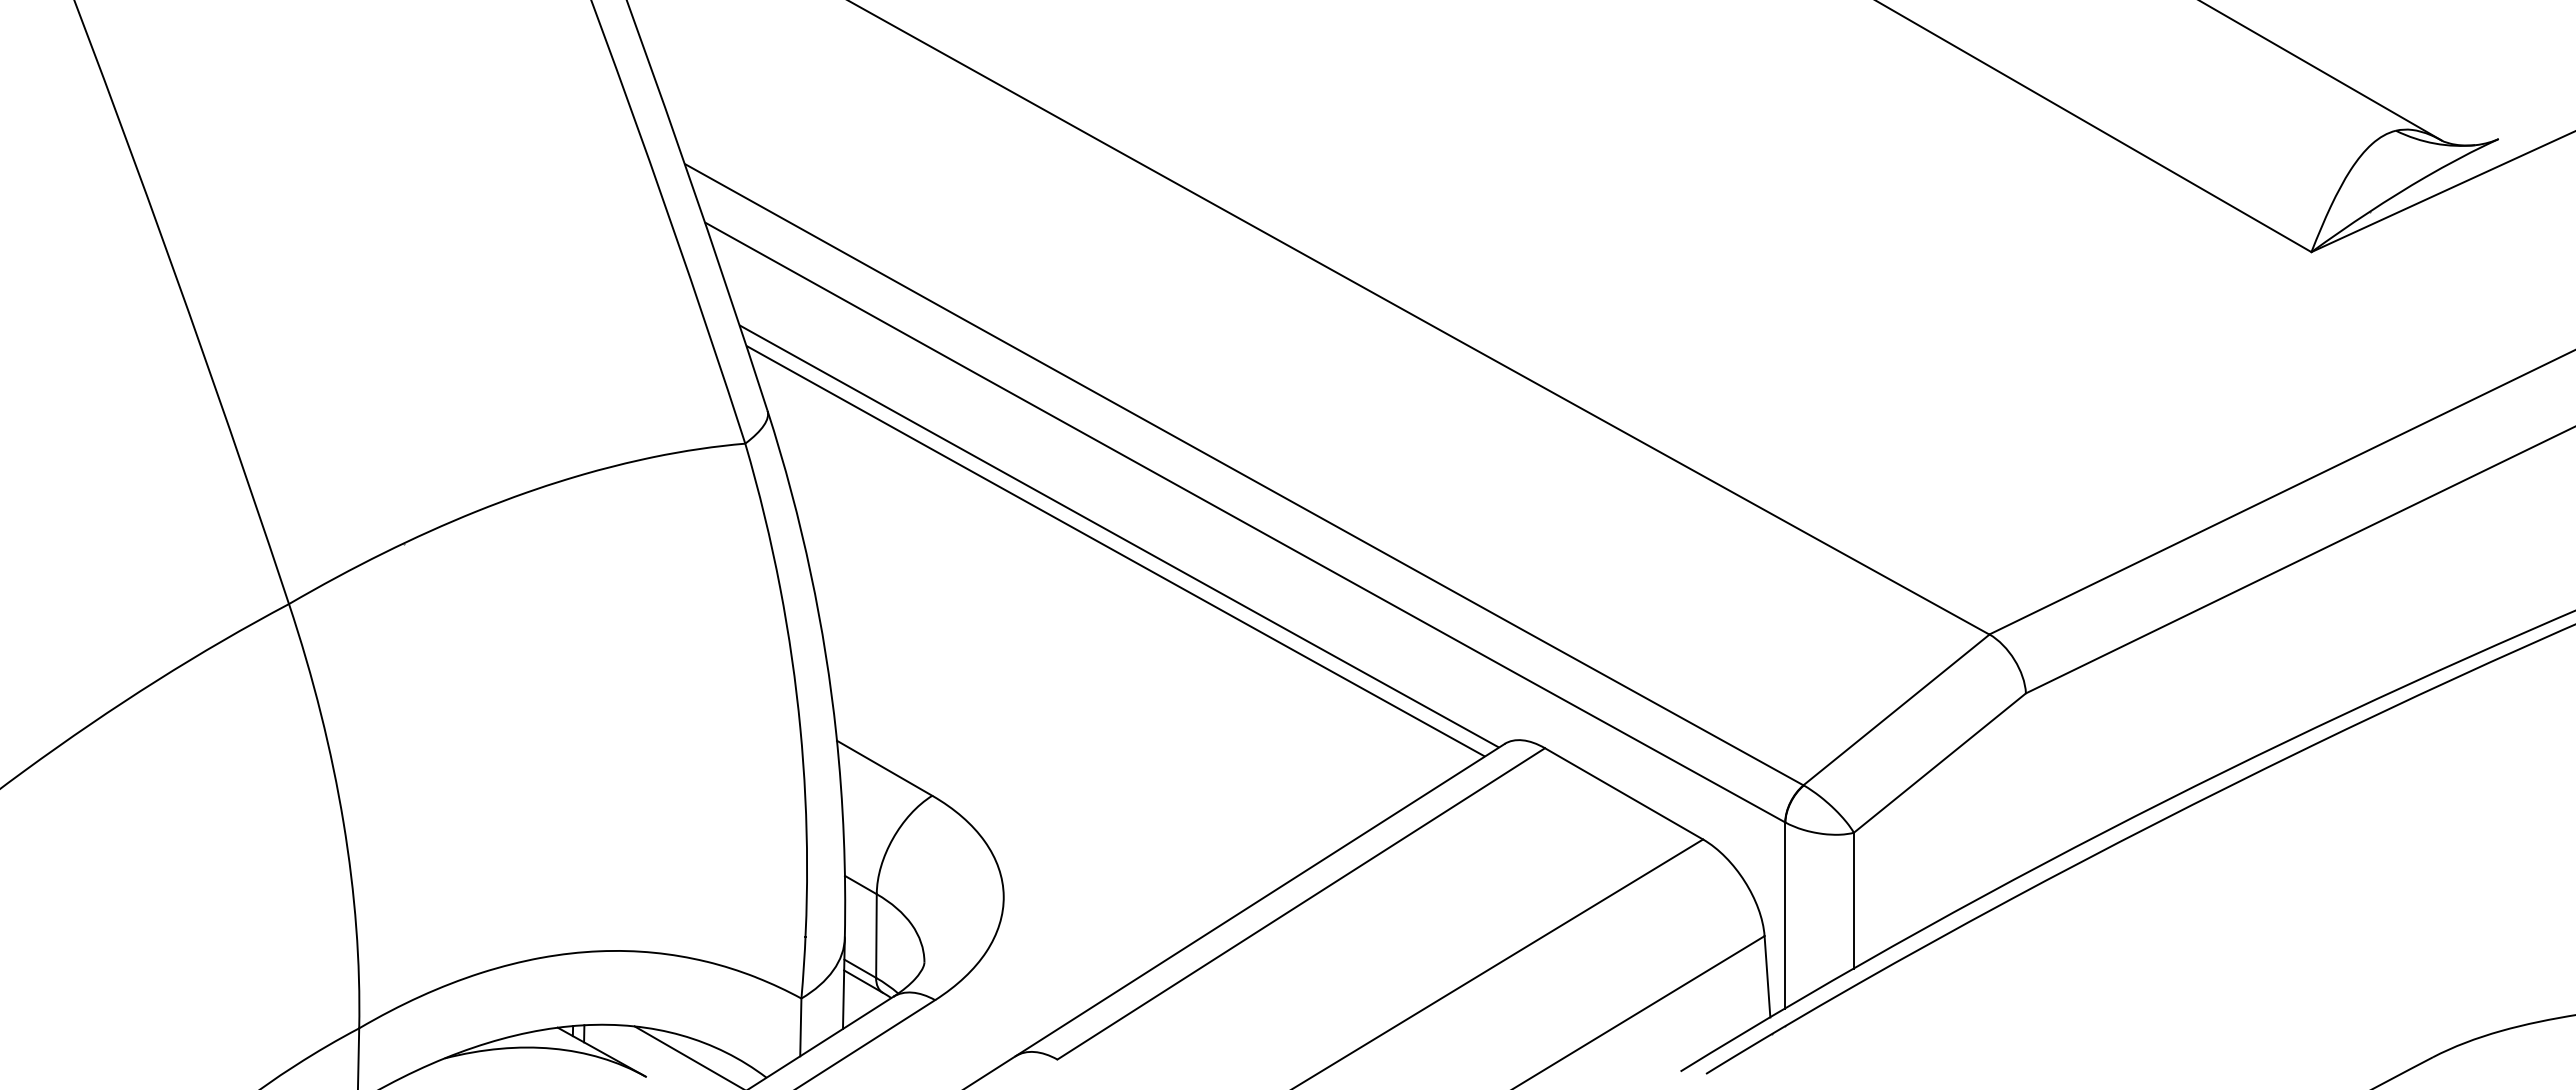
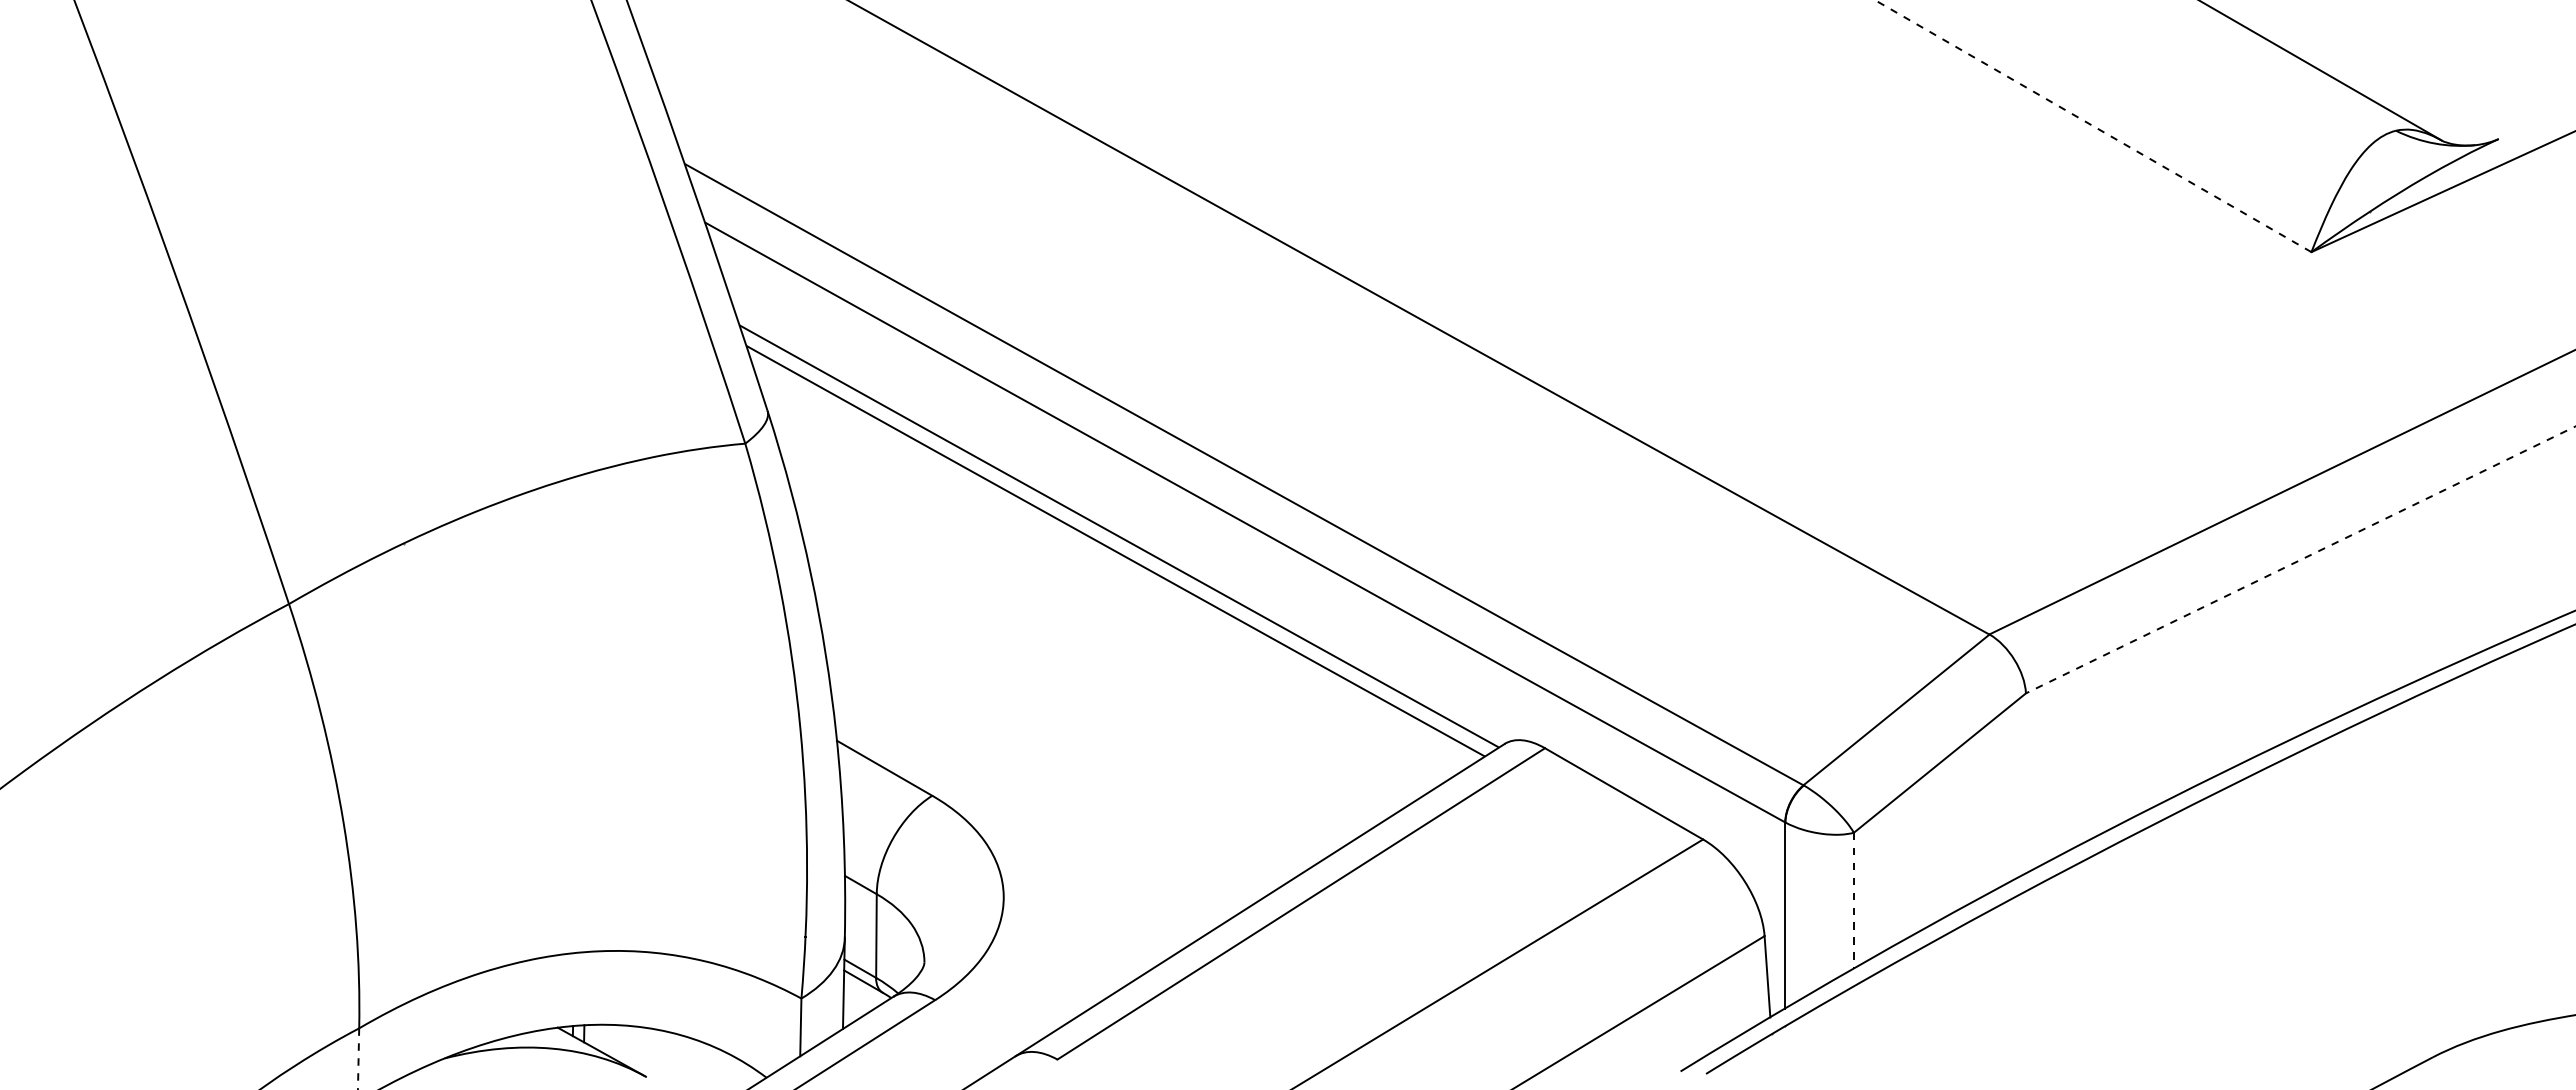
line at (2093, 126): solid -> dashed
line at (2300, 560): solid -> dashed
line at (1853, 901): solid -> dashed
line at (686, 1056): present -> none
line at (358, 1059): solid -> dashed
